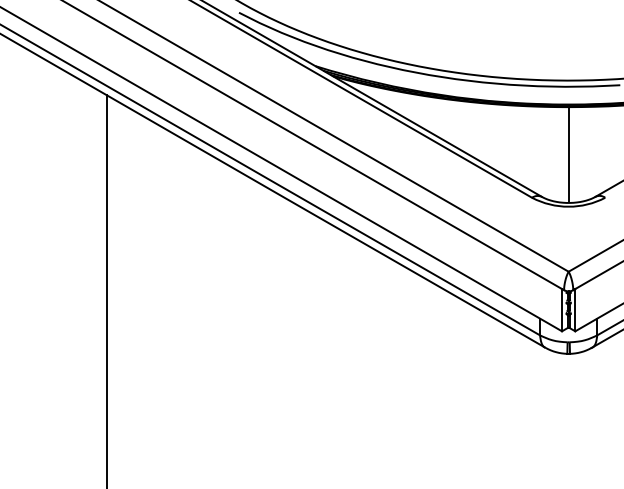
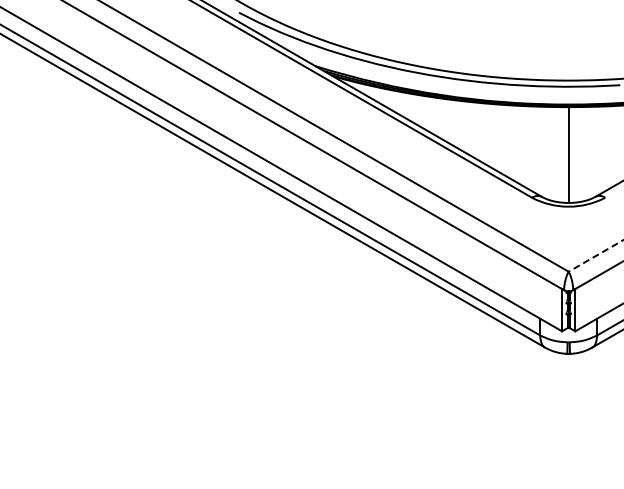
line at (595, 256): solid -> dashed
line at (107, 290): present -> none
